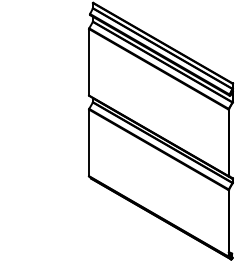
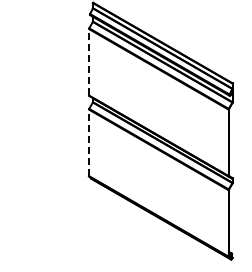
line at (89, 61): solid -> dashed
line at (89, 142): solid -> dashed
